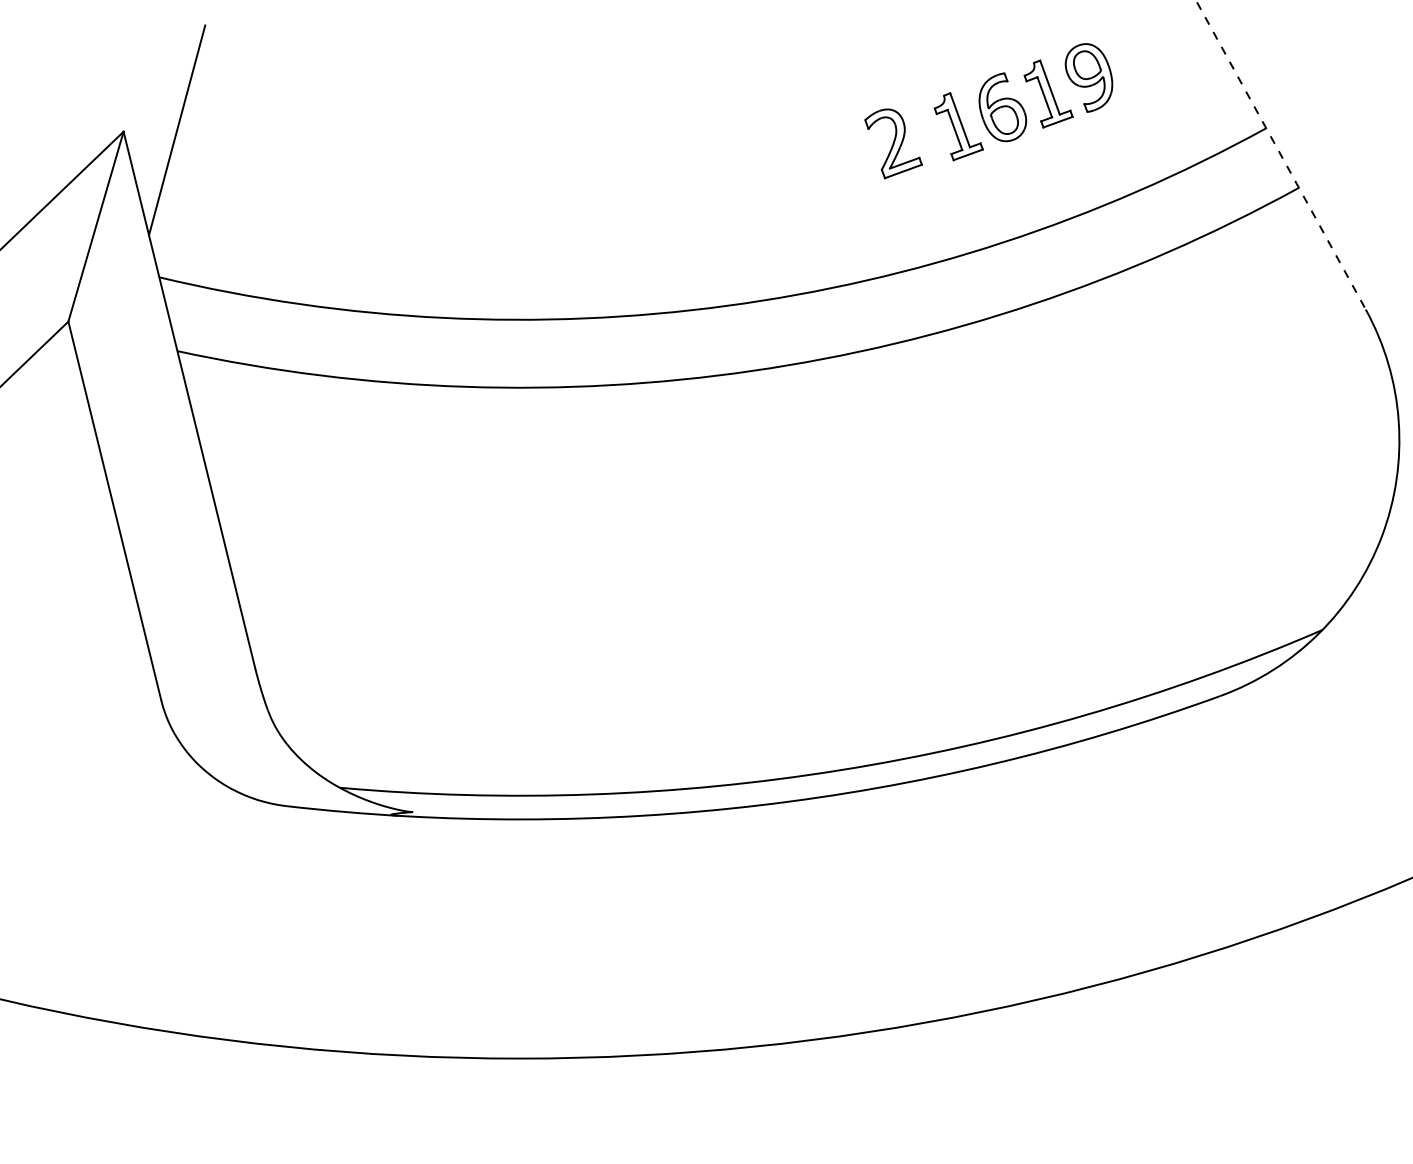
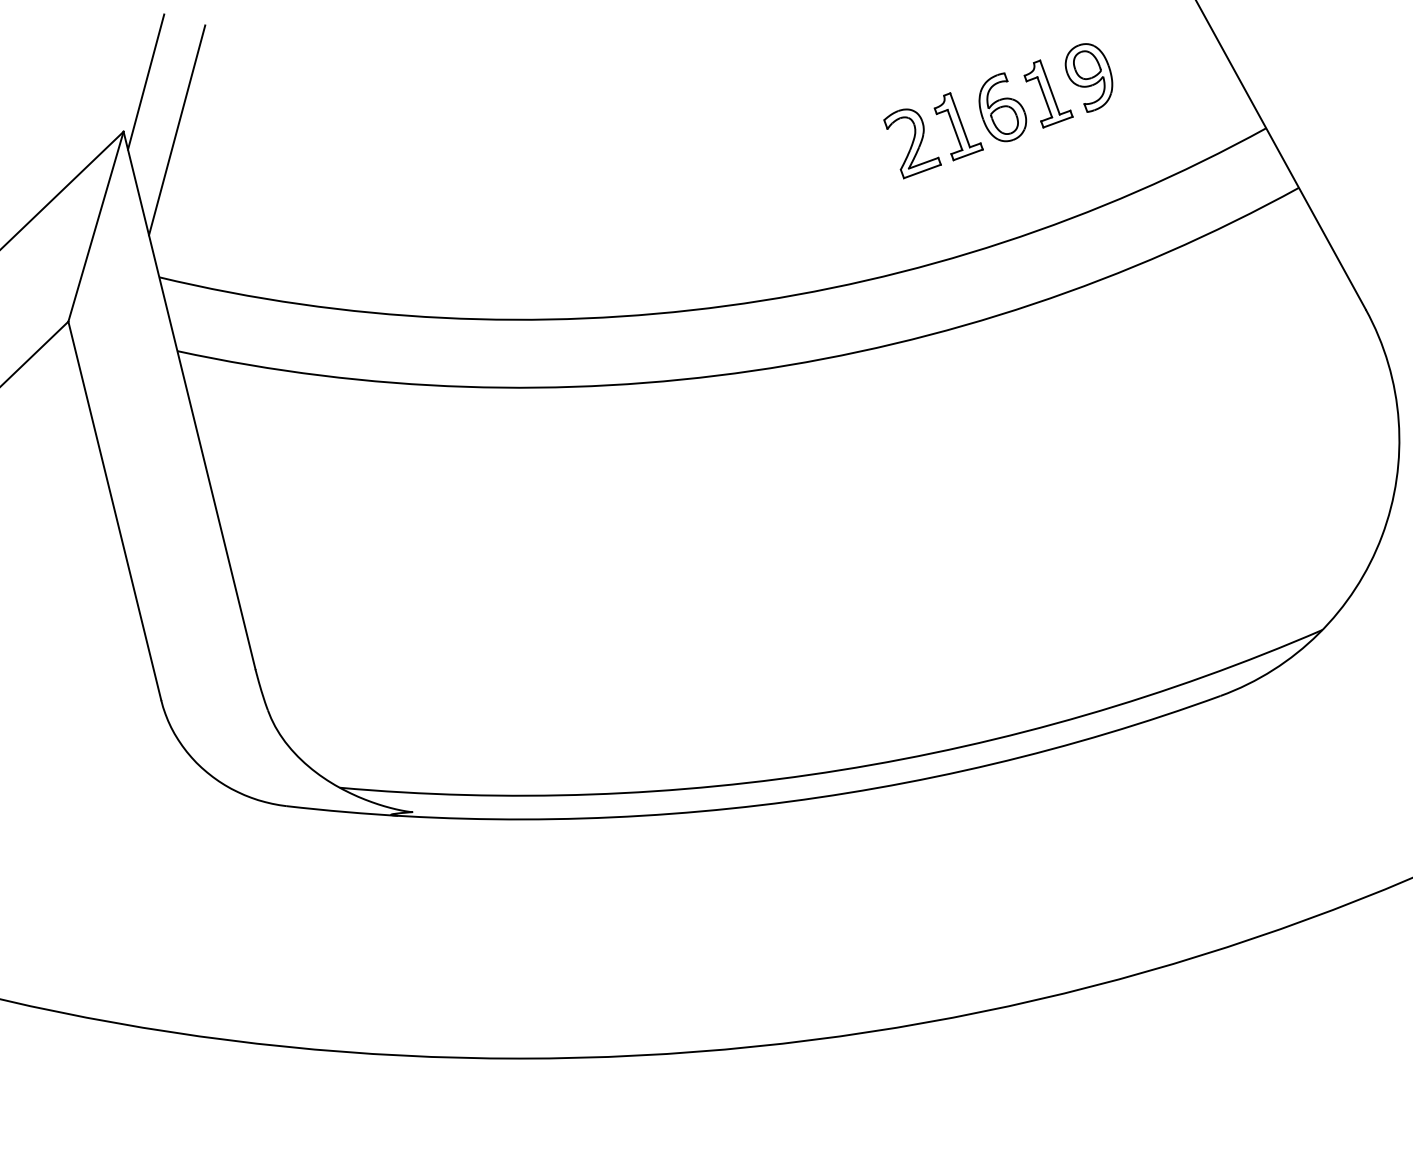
line at (146, 81): none -> present
part at (893, 143) position: (893, 143) -> (912, 143)
line at (1281, 155): dashed -> solid
